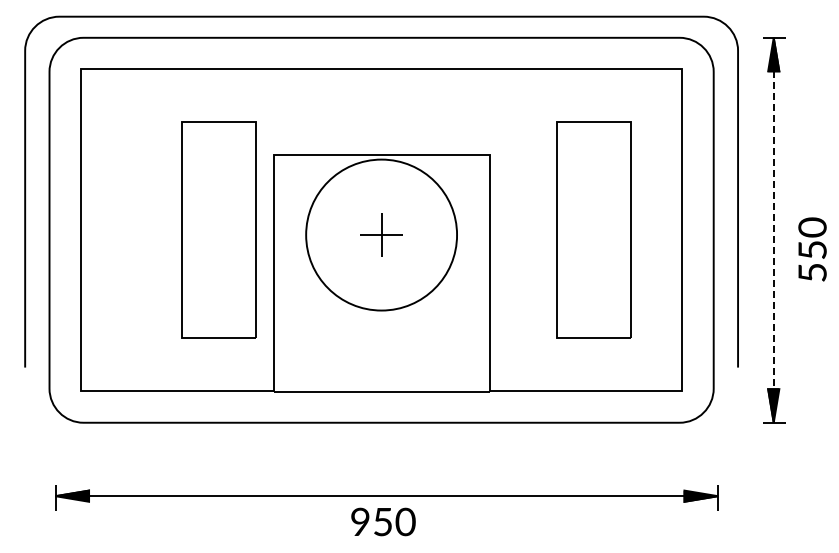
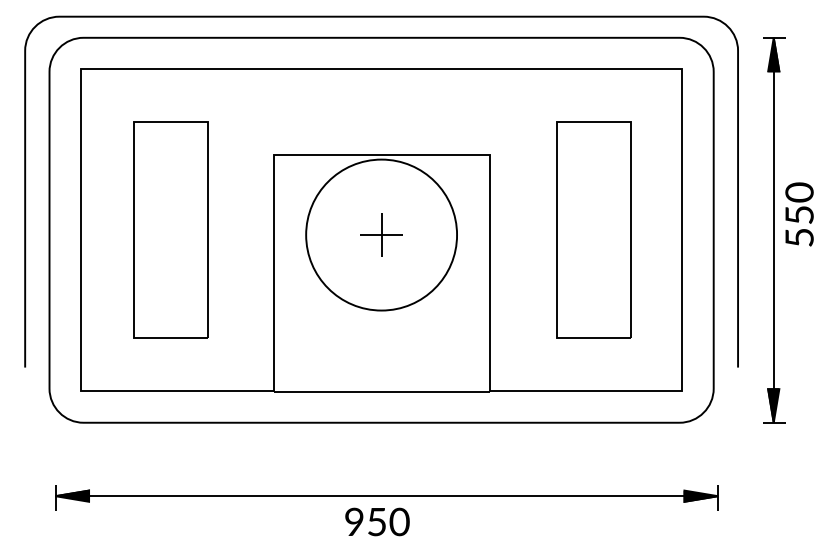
part at (218, 229) position: (218, 229) -> (170, 229)
line at (773, 230): dashed -> solid
text at (812, 249) position: (812, 249) -> (799, 214)
text at (383, 521) position: (383, 521) -> (377, 521)
